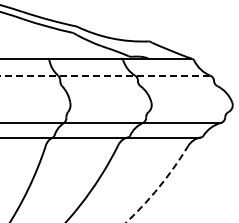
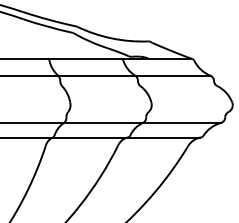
line at (105, 75): dashed -> solid
arc at (159, 186): dashed -> solid
